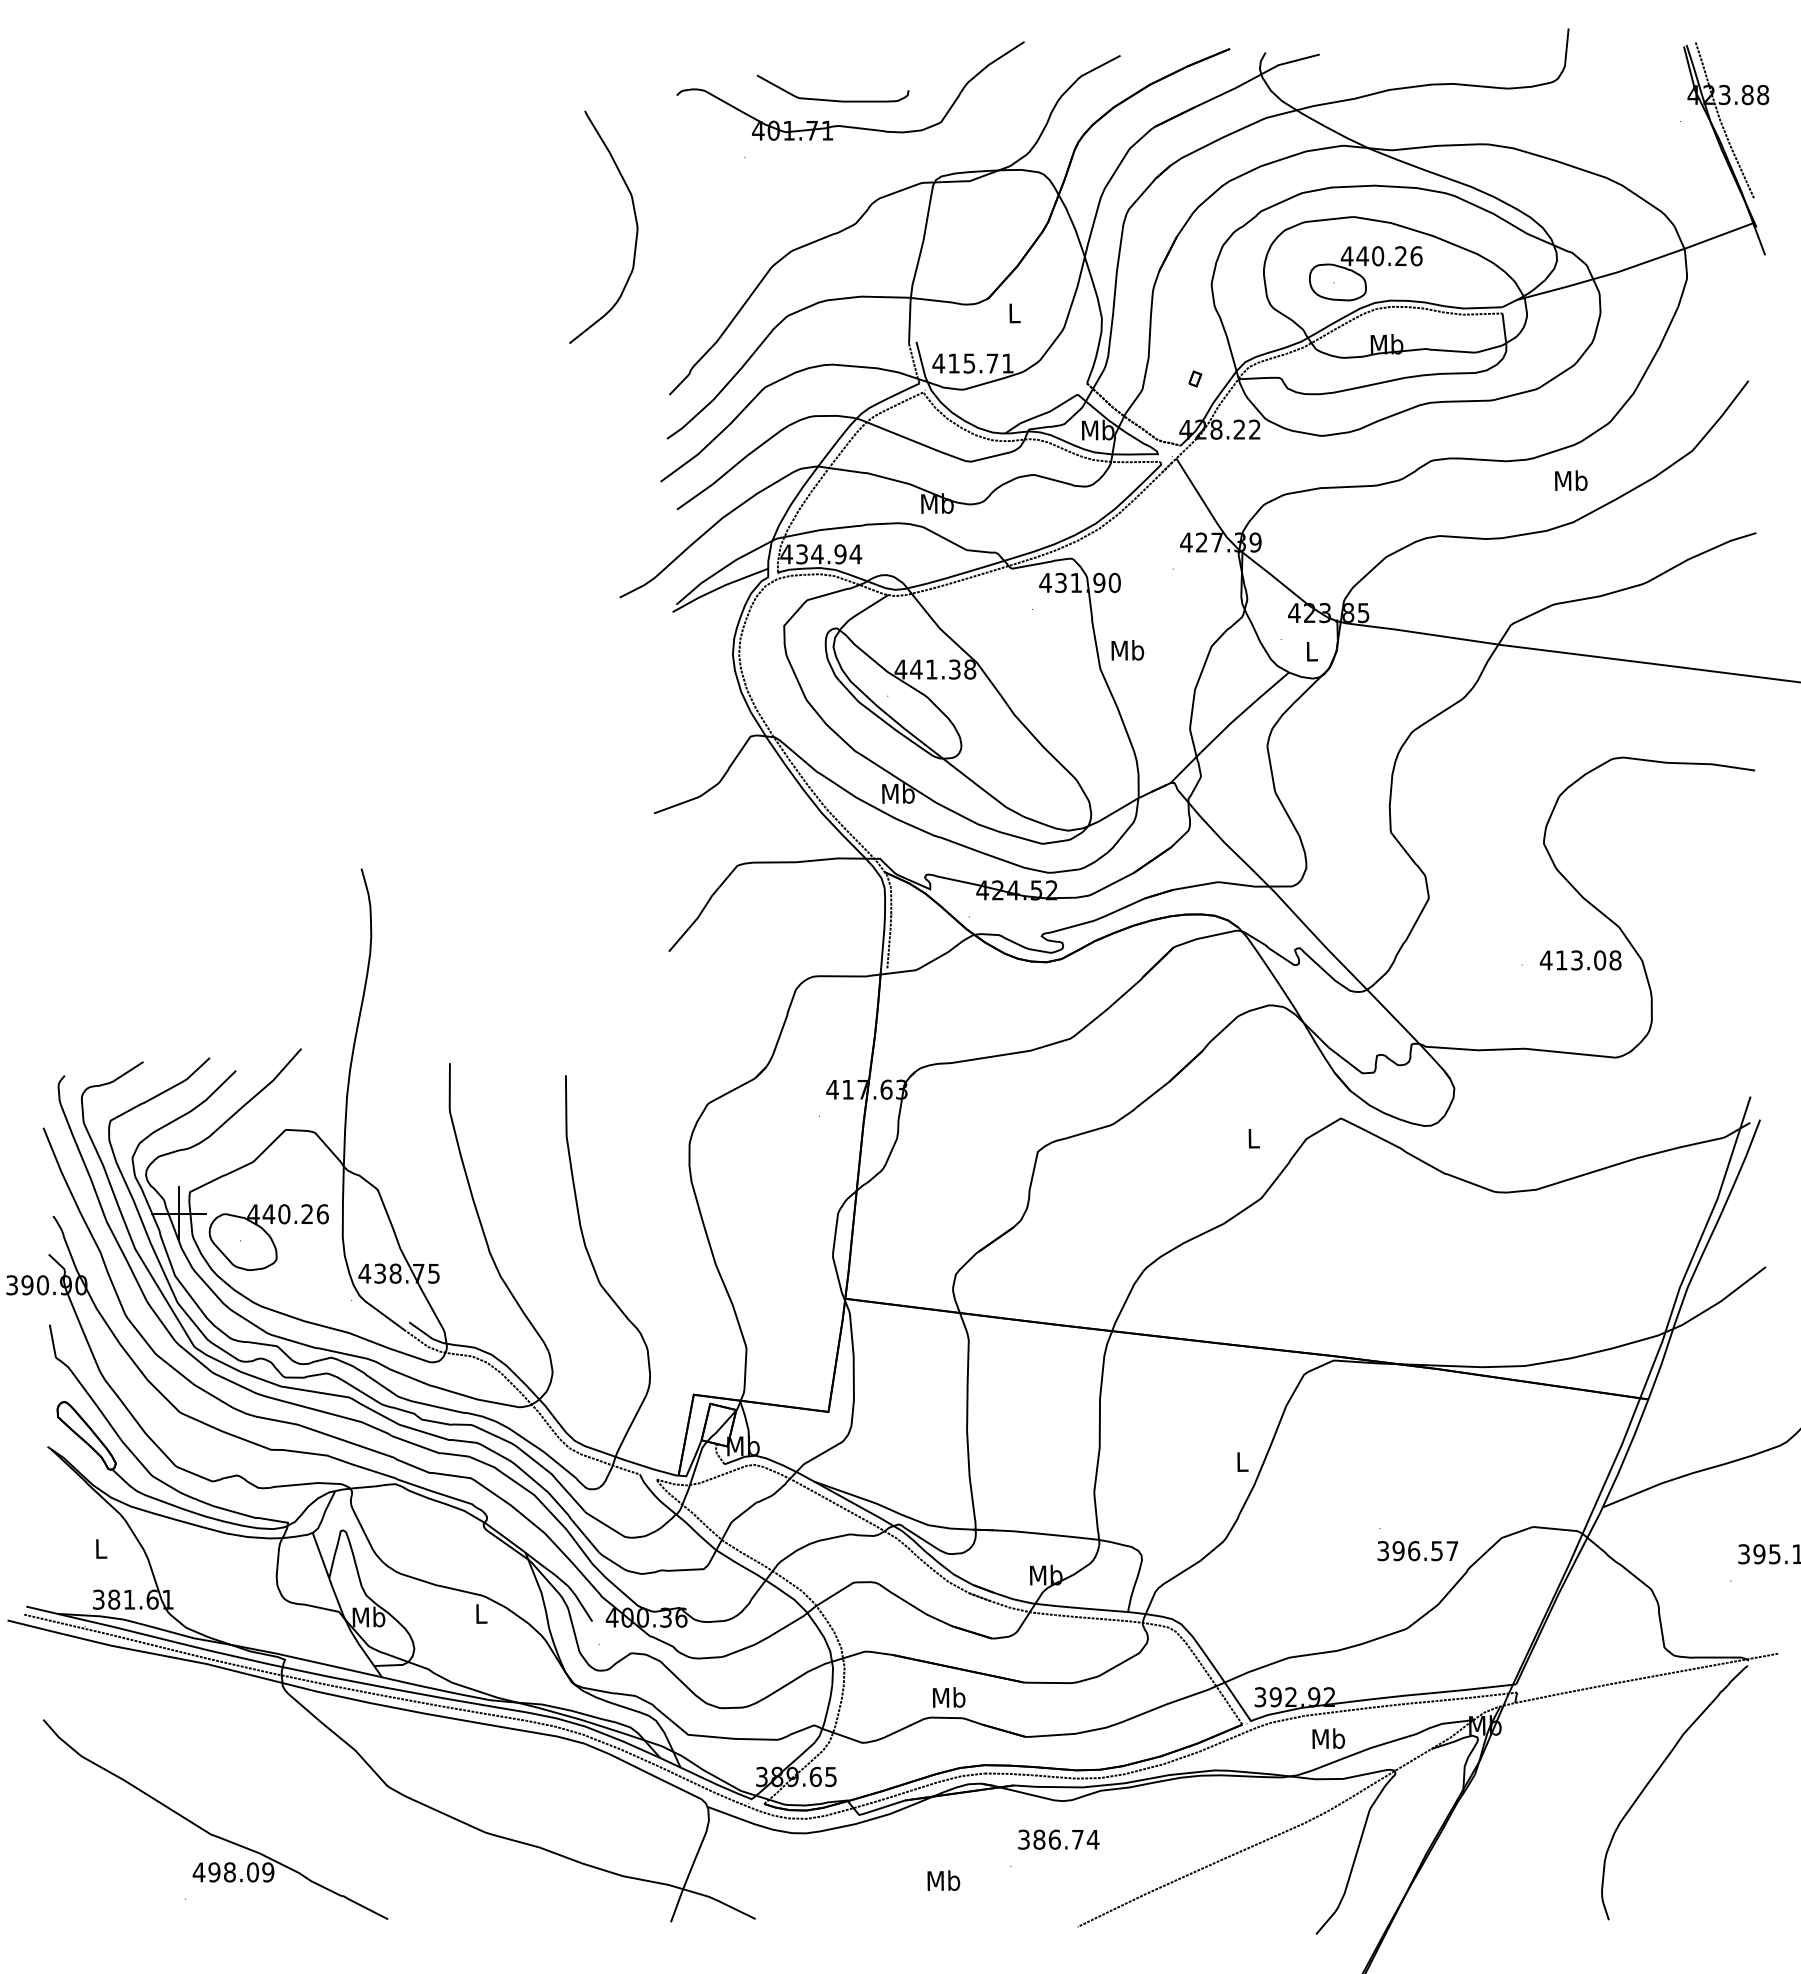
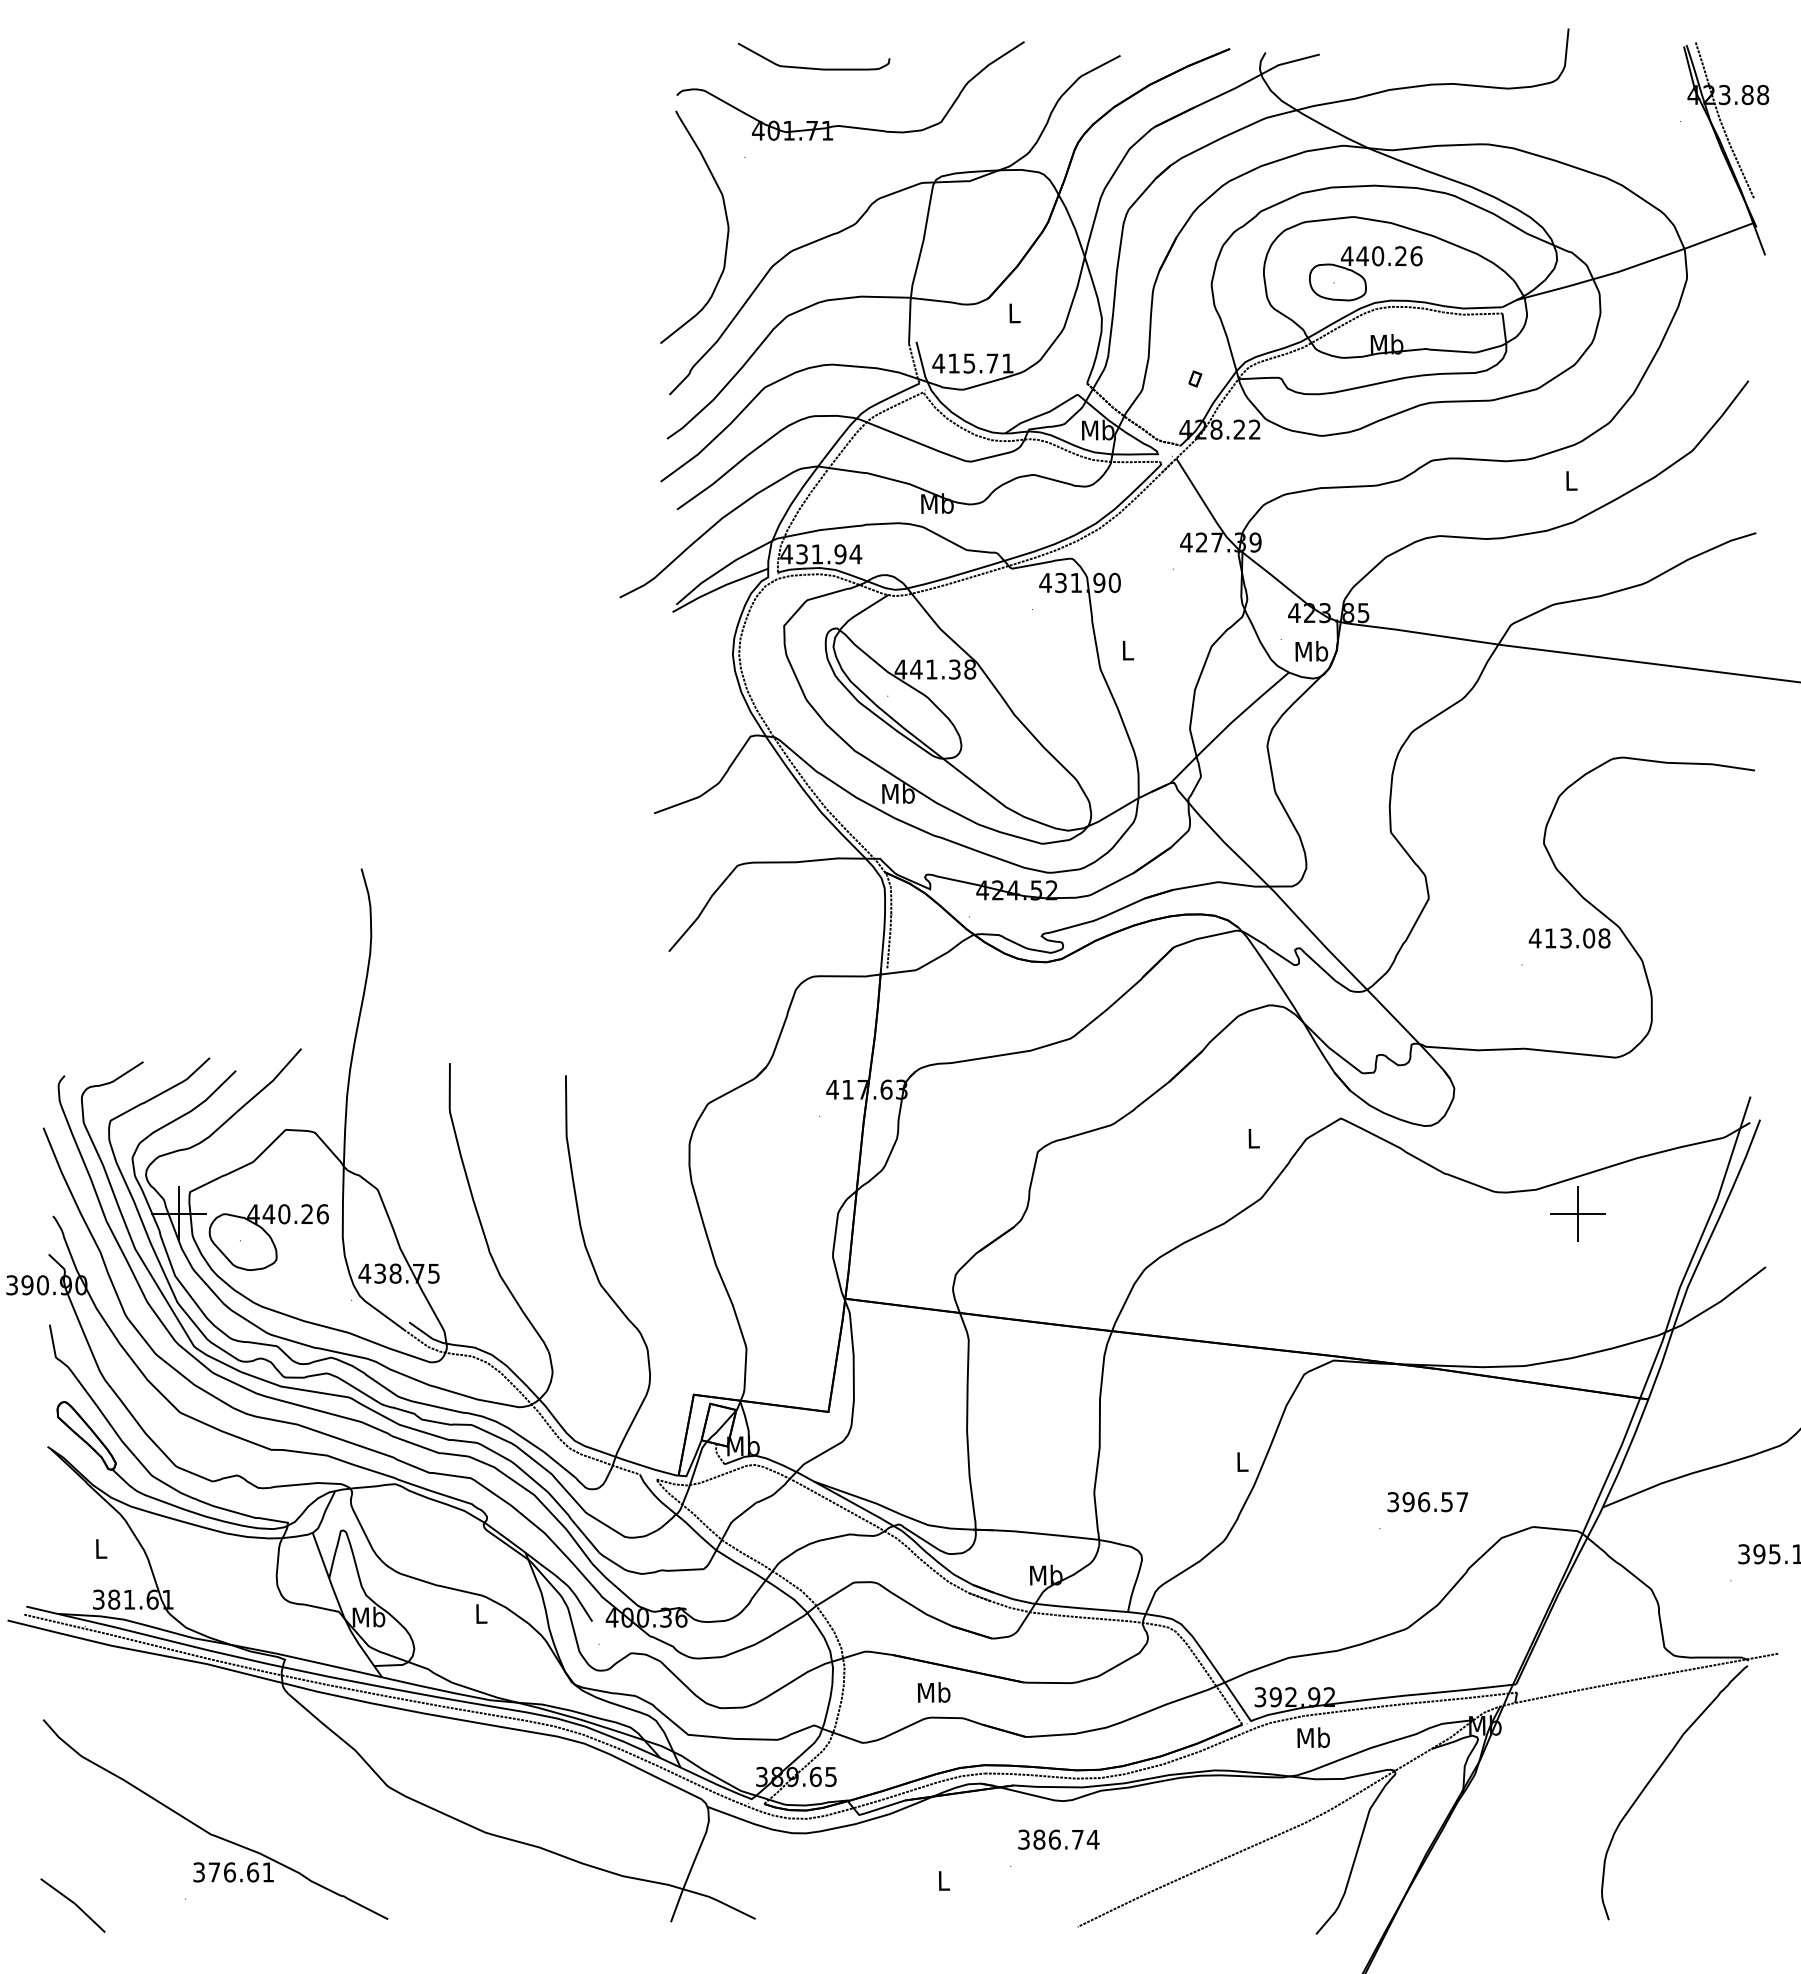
curve at (832, 99) position: (832, 99) -> (813, 67)
curve at (635, 222) position: (635, 222) -> (726, 222)
text at (1571, 480): Mb -> L
text at (817, 554): 434.94 -> 431.94
text at (1127, 650): Mb -> L
text at (1311, 651): L -> Mb
text at (1580, 960) position: (1580, 960) -> (1569, 938)
part at (1577, 1213): none -> present
text at (1417, 1551) position: (1417, 1551) -> (1427, 1502)
text at (949, 1697) position: (949, 1697) -> (934, 1692)
text at (1328, 1738) position: (1328, 1738) -> (1313, 1737)
text at (233, 1872): 498.09 -> 376.61
text at (943, 1880): Mb -> L
line at (72, 1903): none -> present
